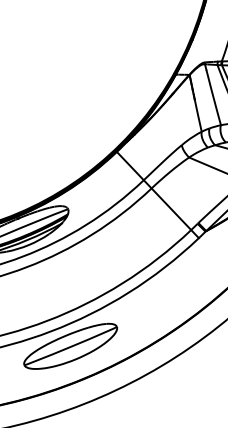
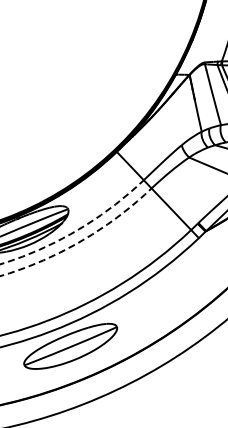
arc at (77, 230): solid -> dashed
arc at (80, 241): solid -> dashed
